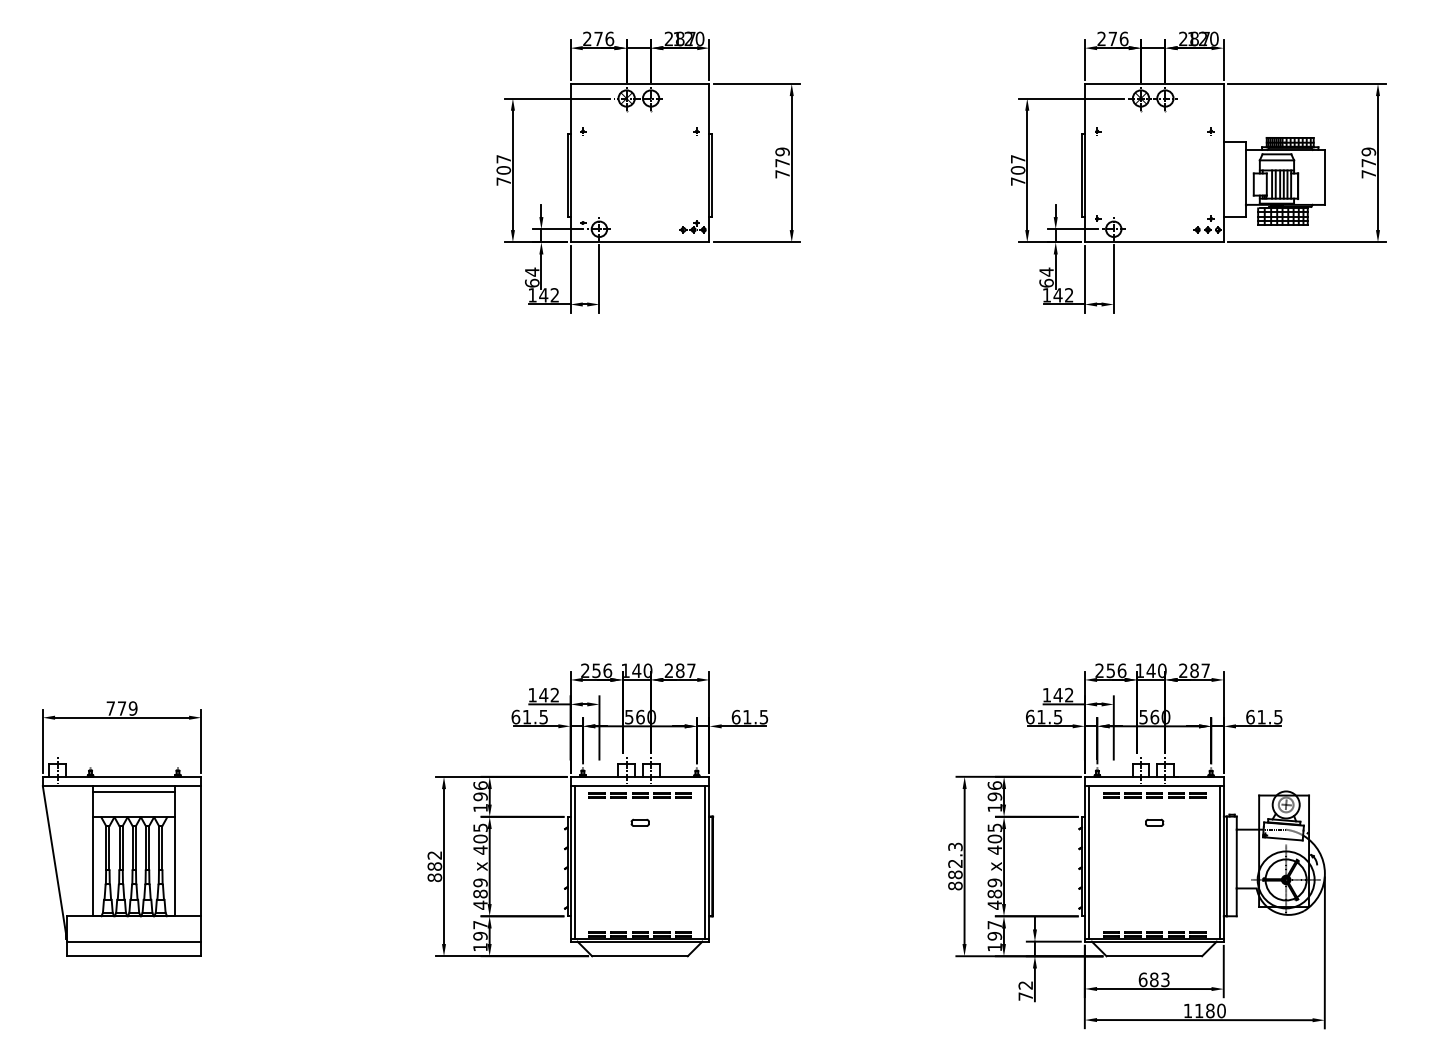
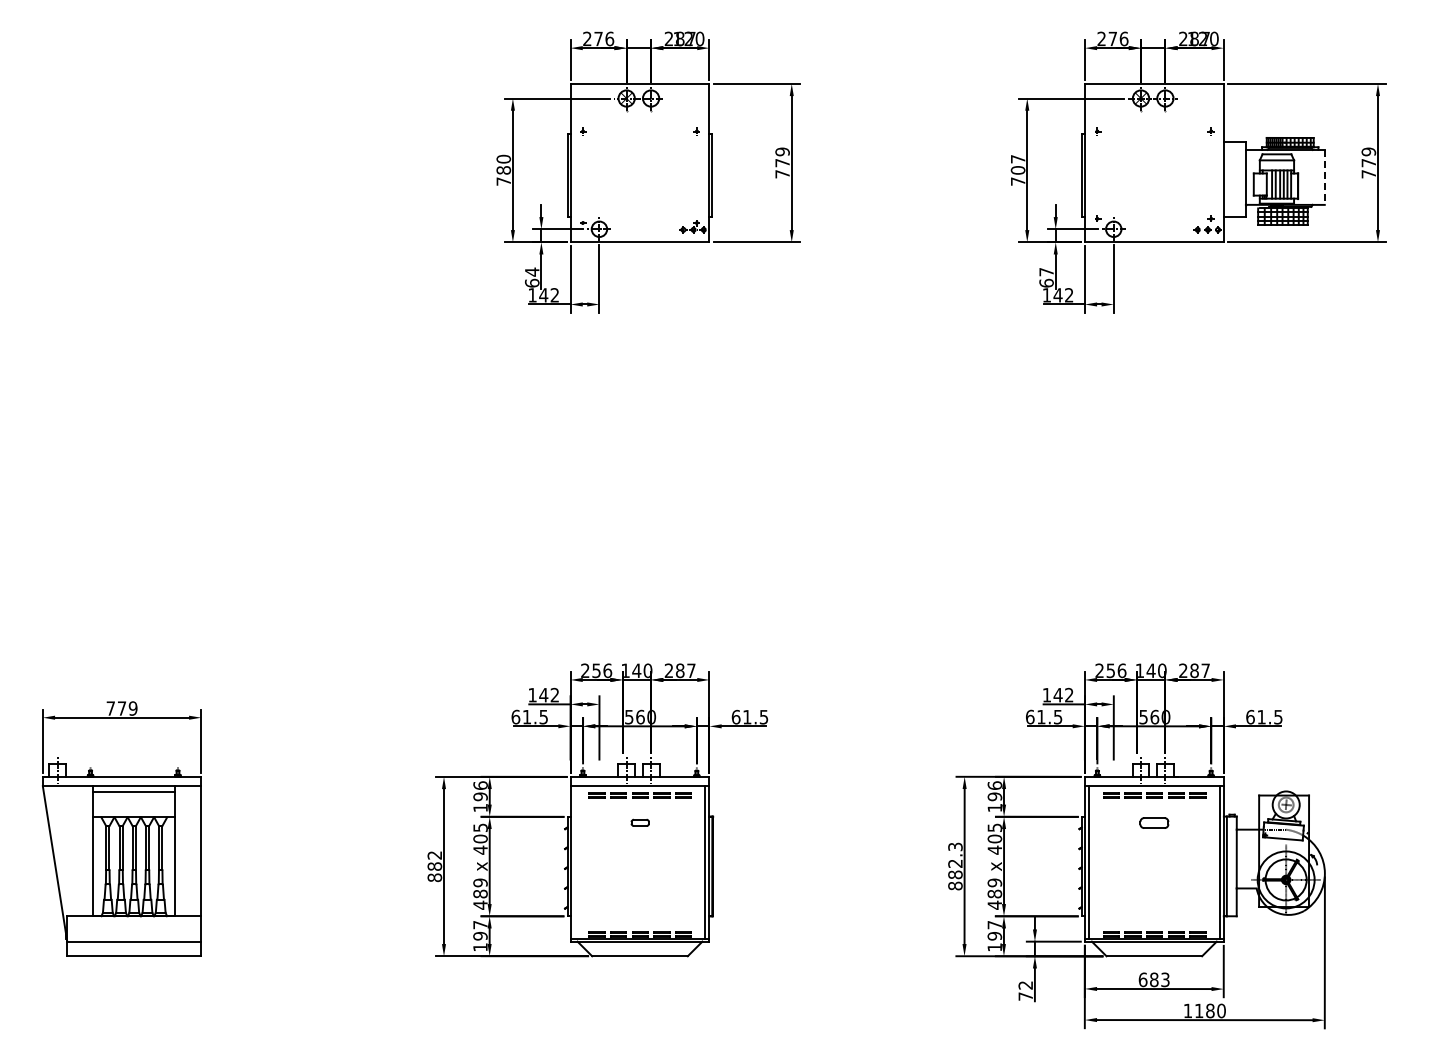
text at (503, 164): 707 -> 780
line at (1324, 177): solid -> dashed
text at (1046, 271): 64 -> 67
part at (1154, 822) size: 20x9 px -> 31x12 px
line at (574, 862): present -> none
